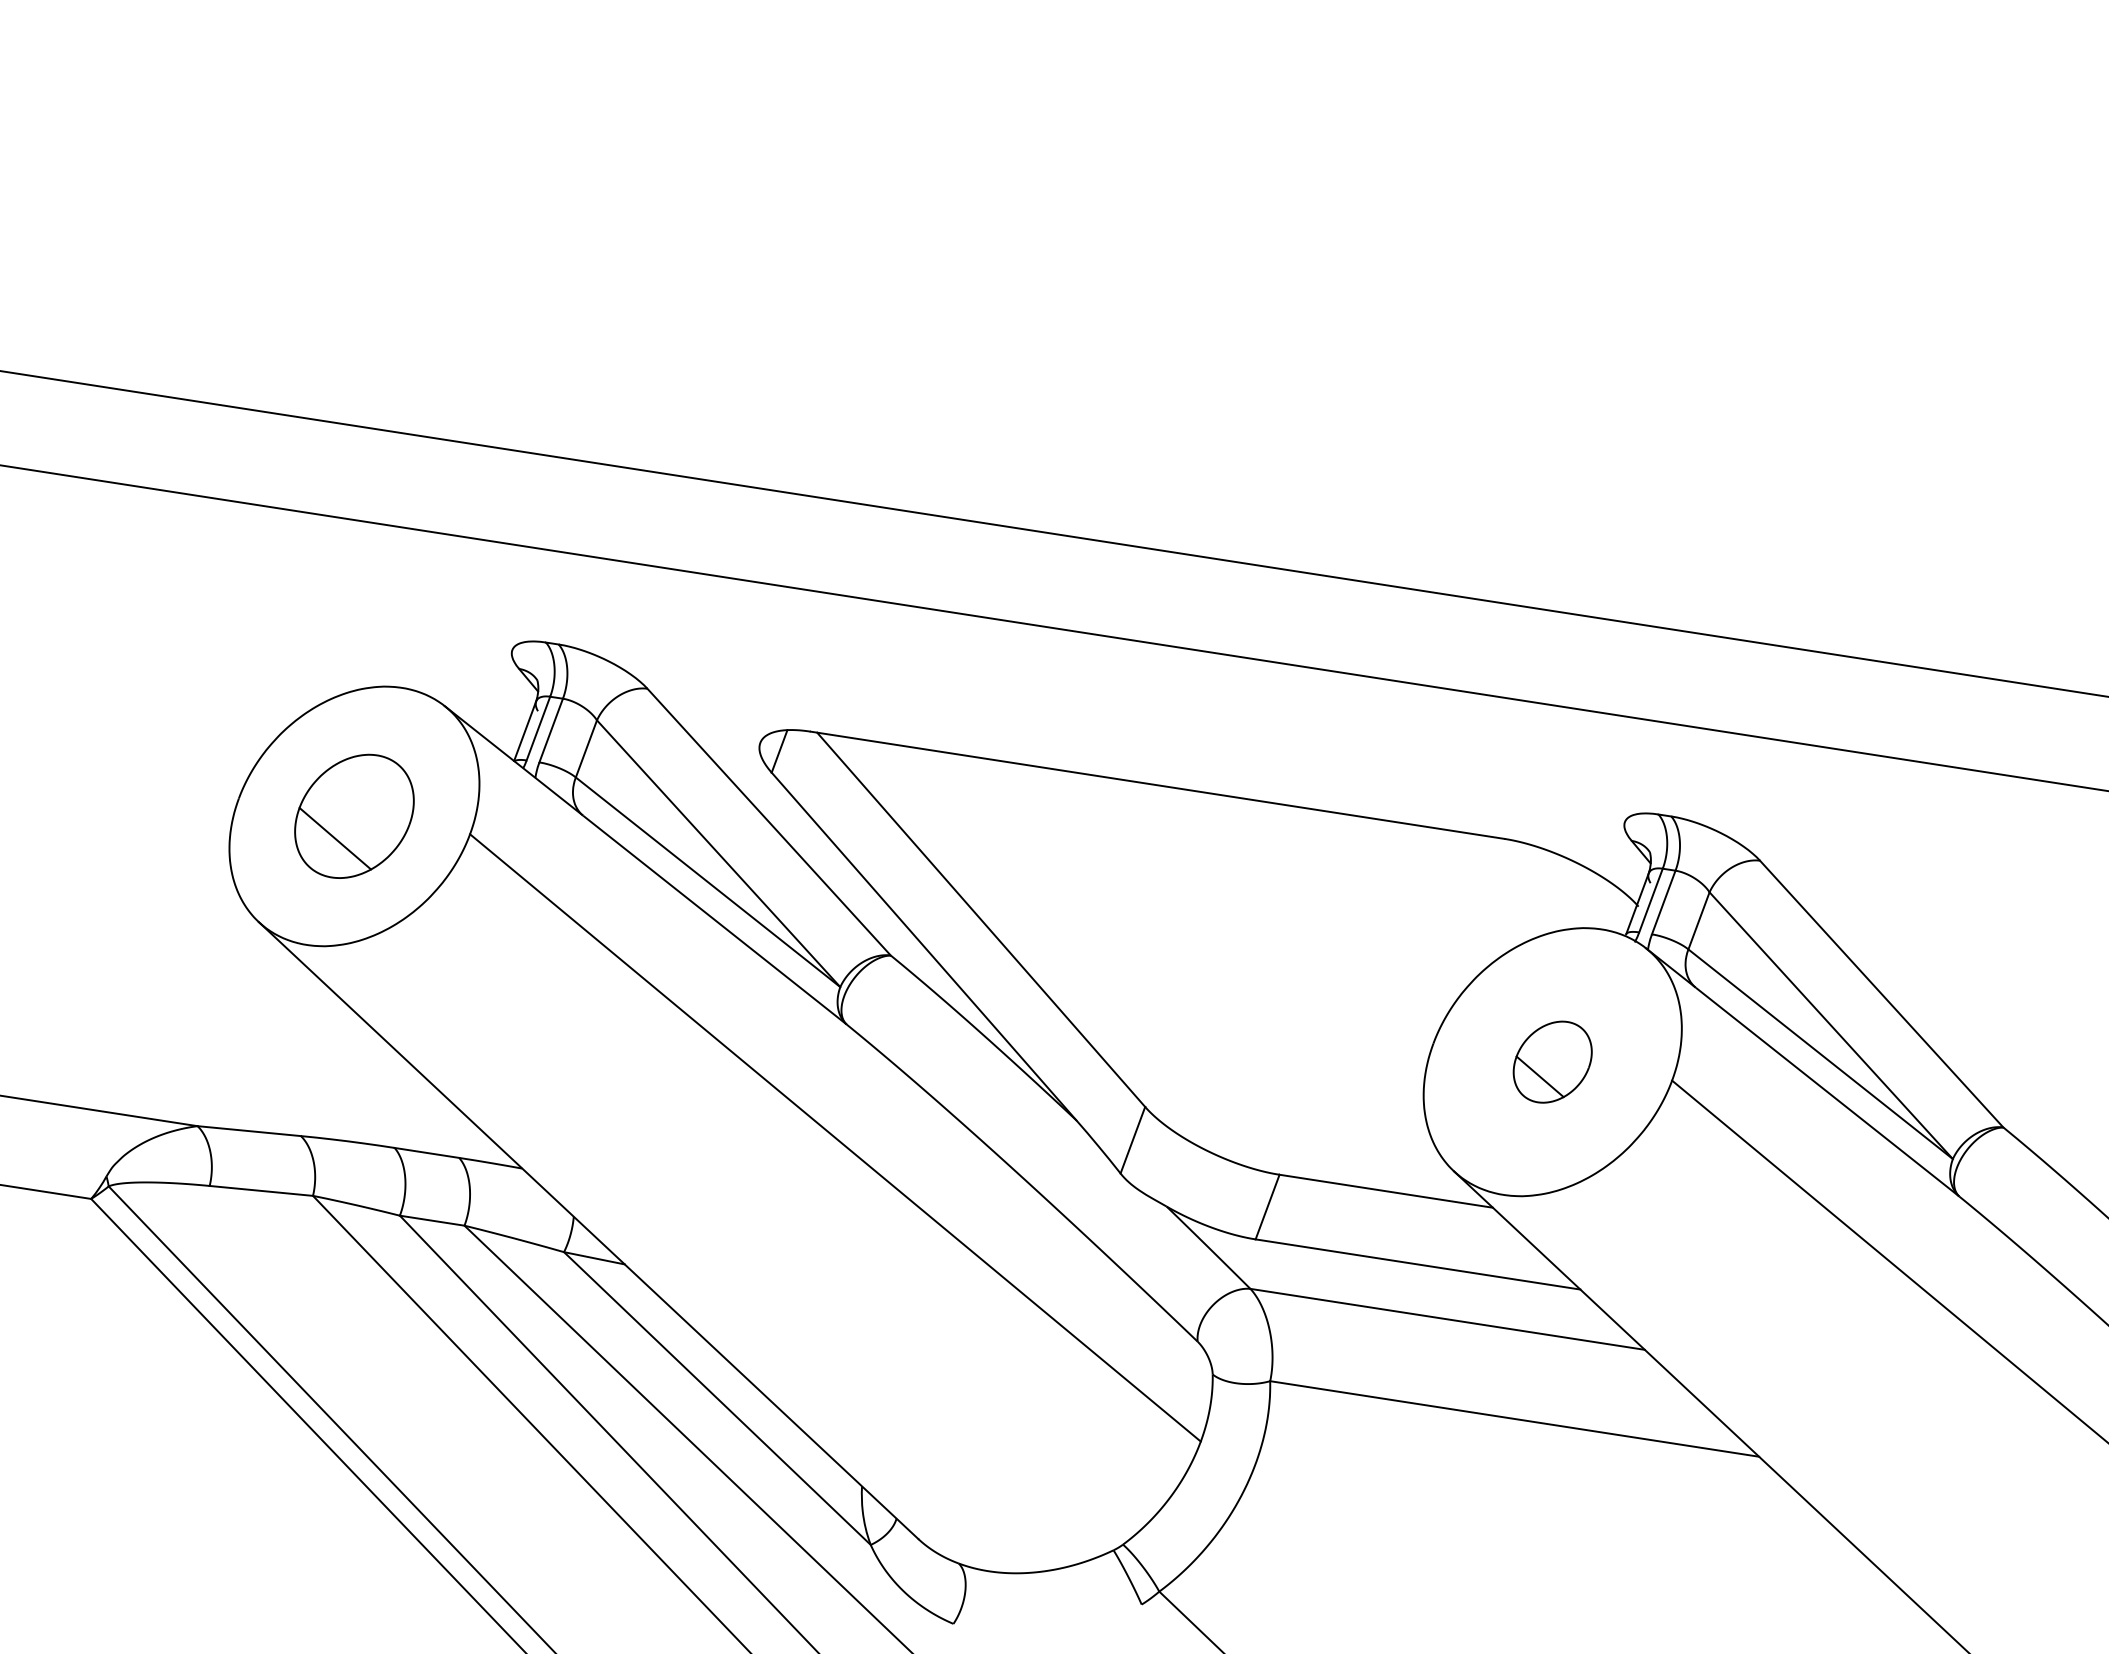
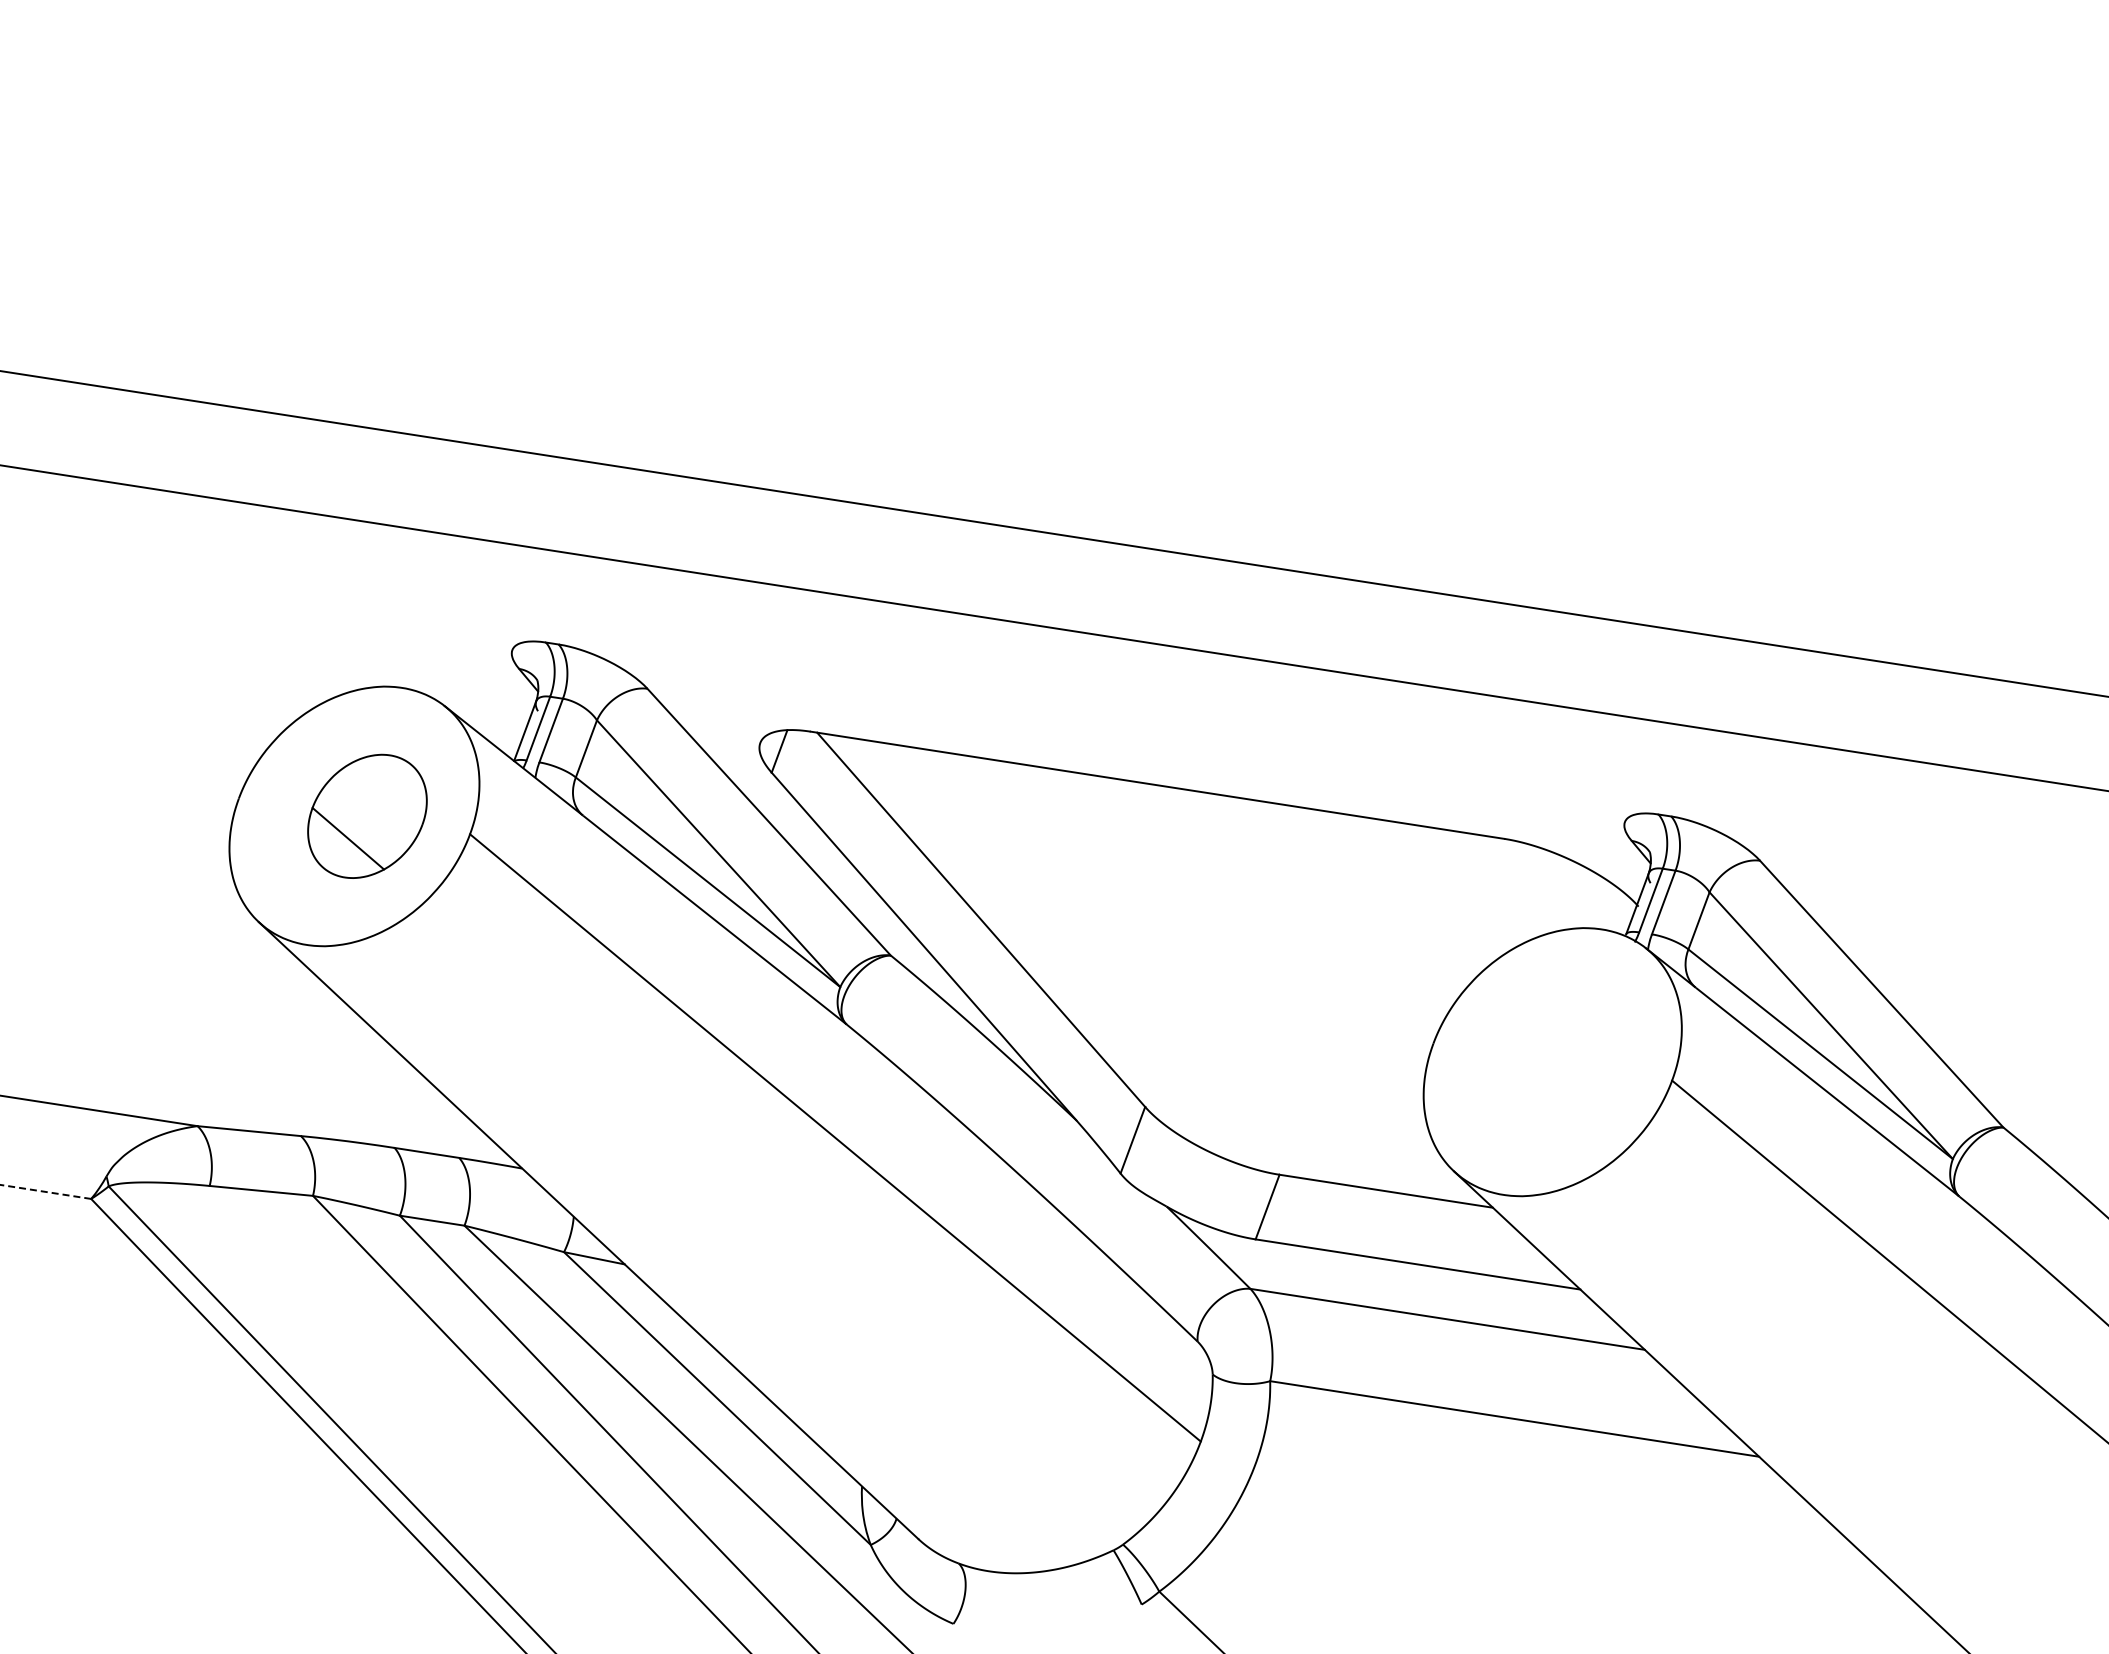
part at (354, 815) position: (354, 815) -> (367, 815)
part at (1552, 1061): present -> none
line at (45, 1191): solid -> dashed
